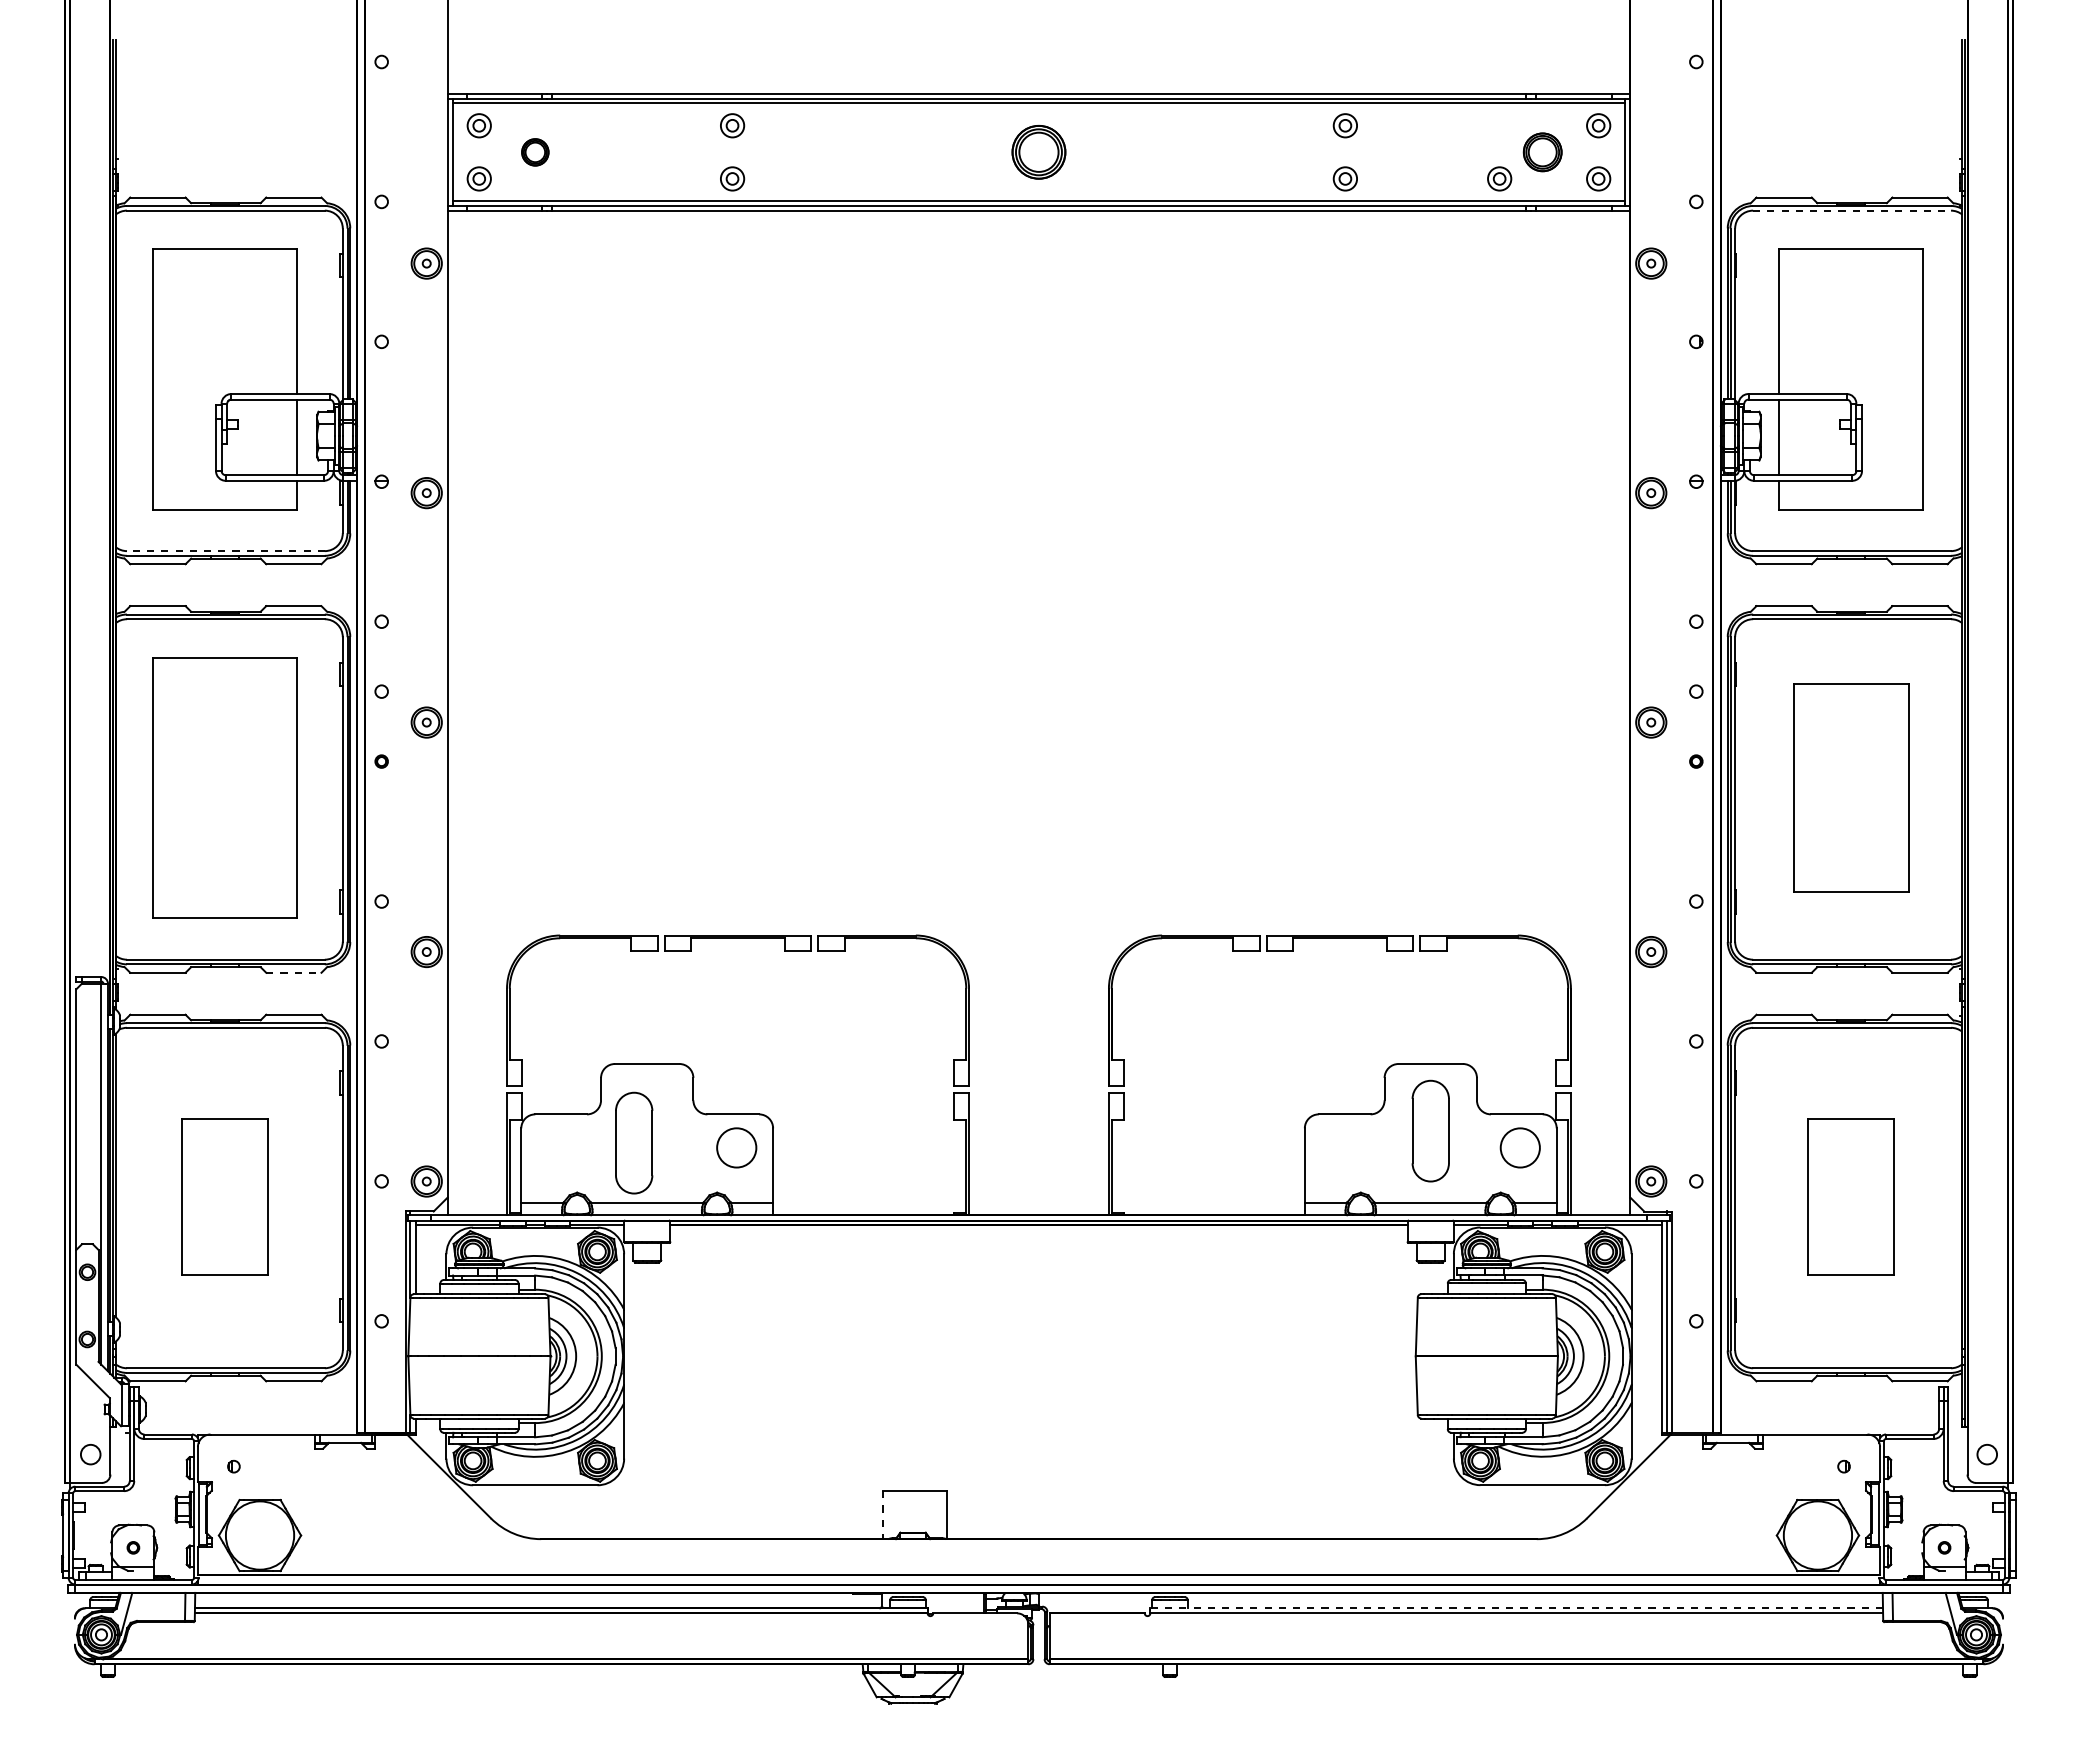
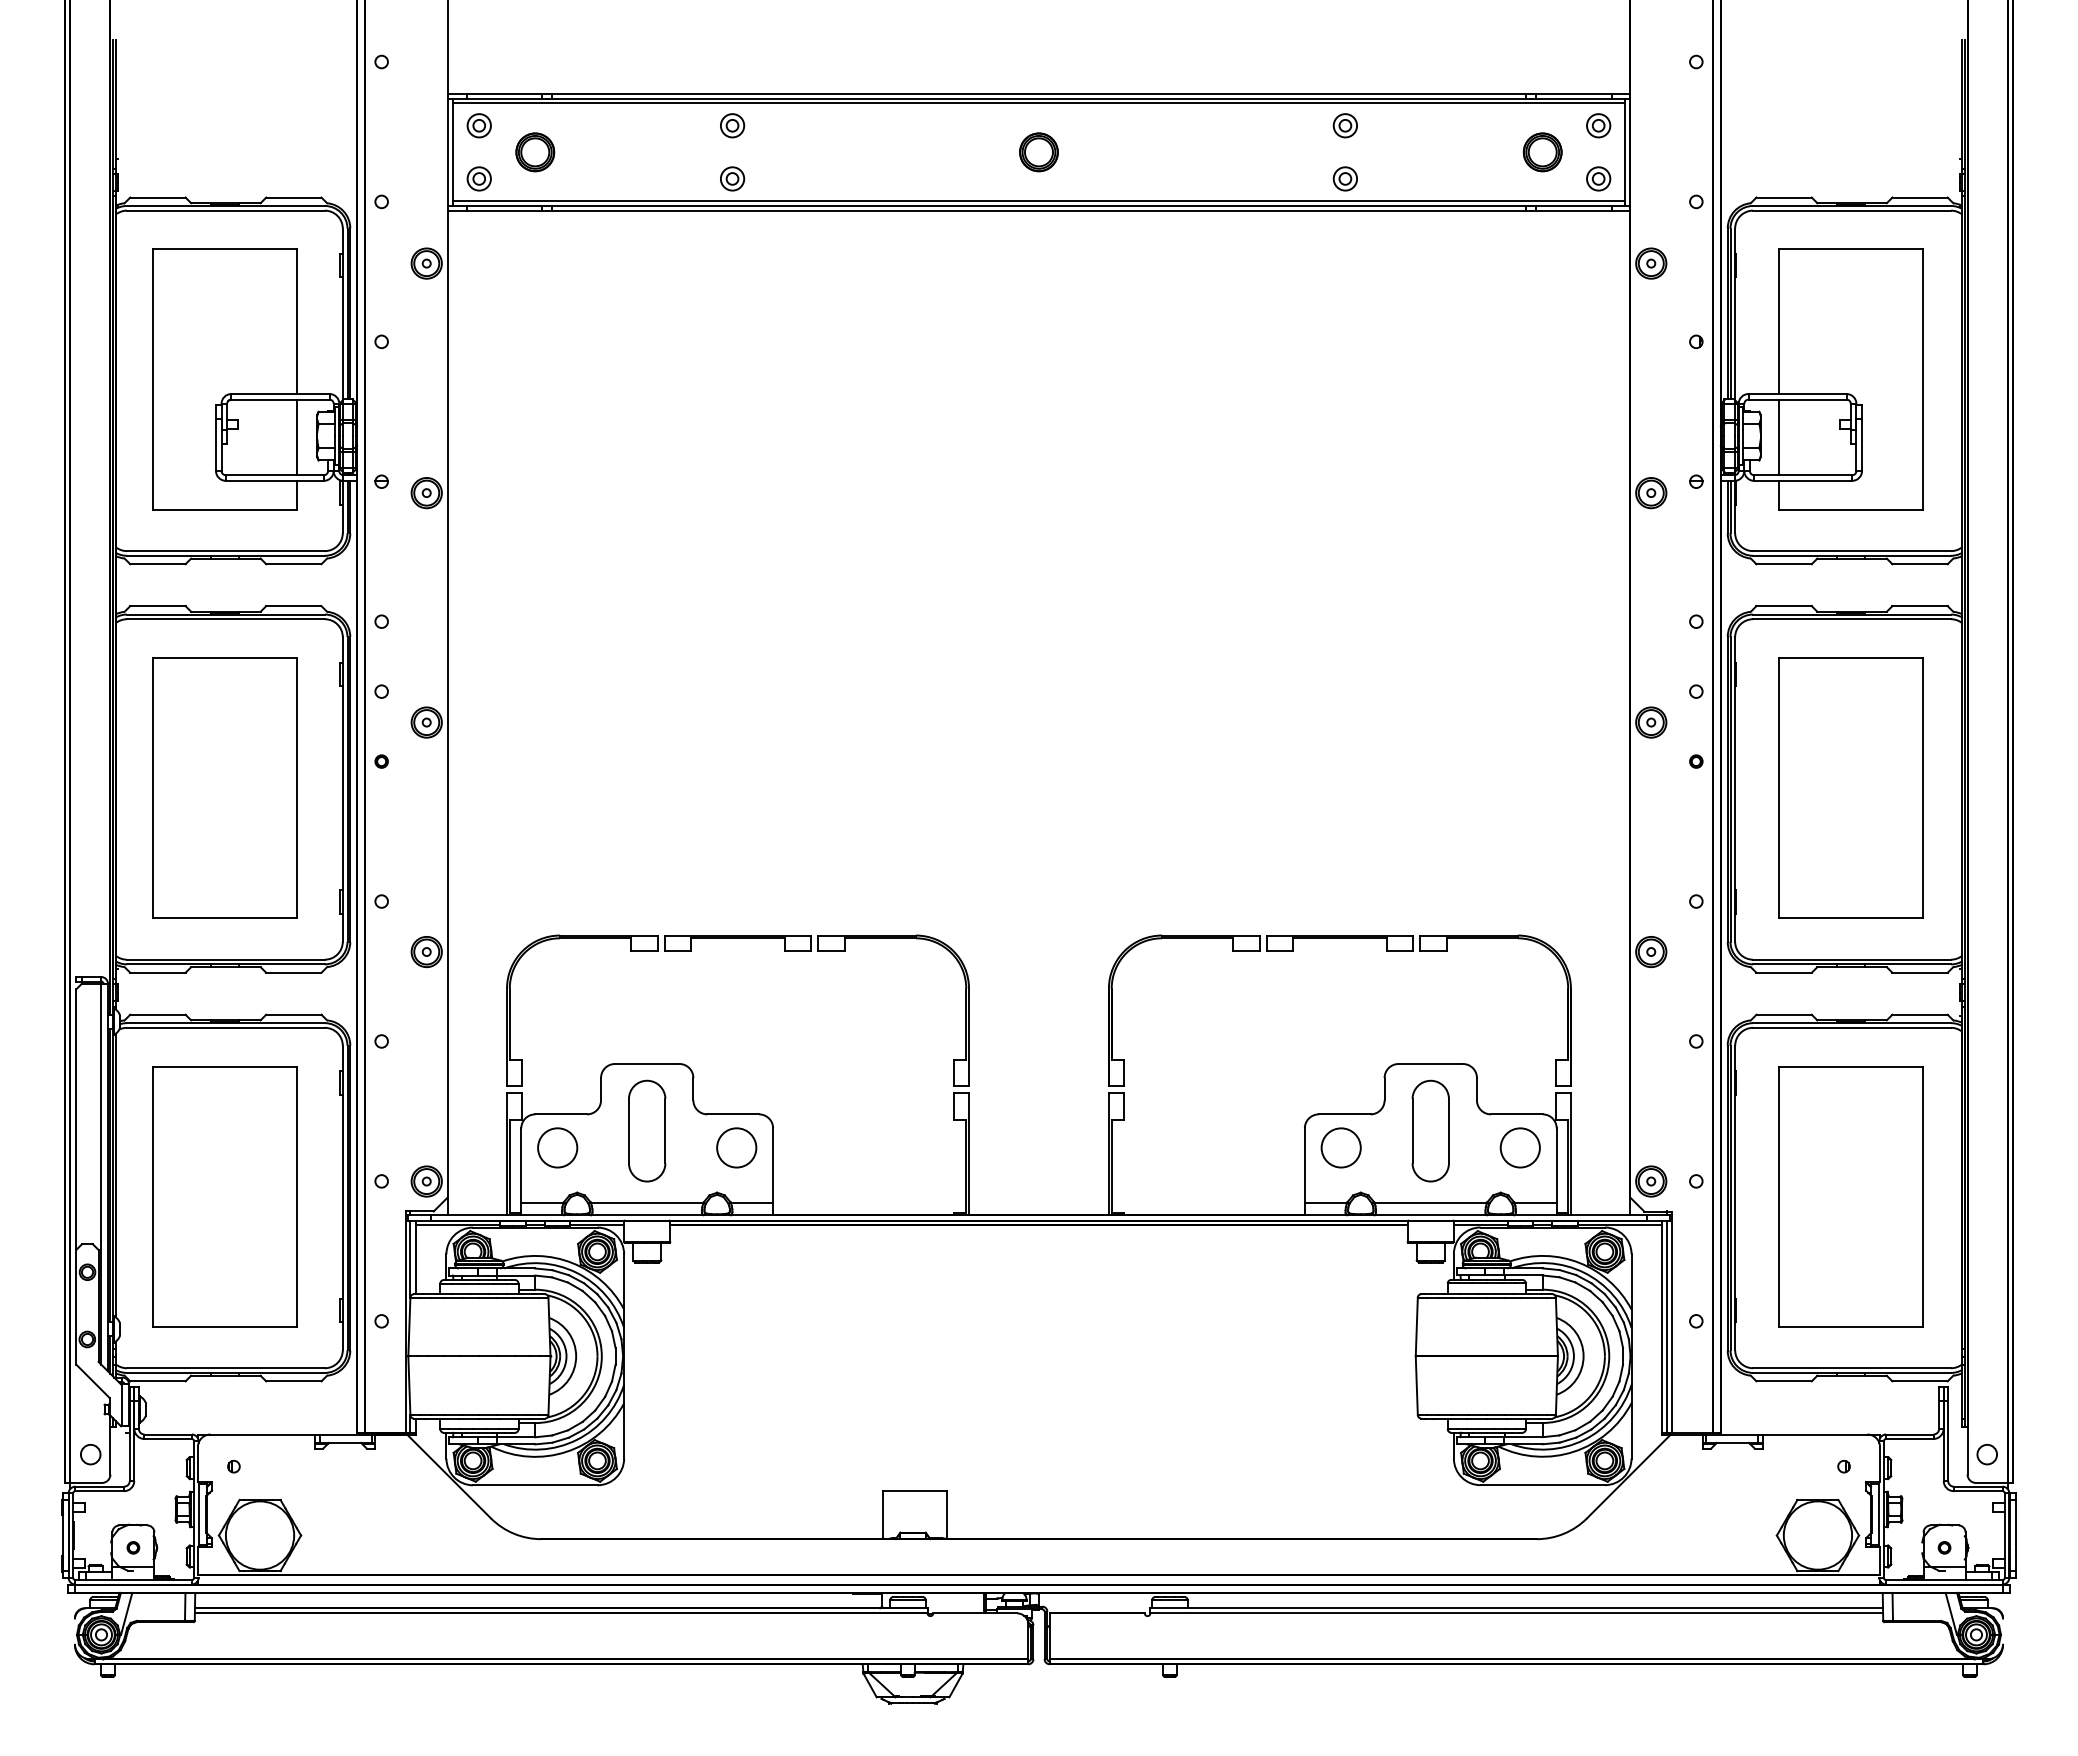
part at (535, 152) size: 29x29 px -> 41x41 px
part at (1038, 152) size: 56x55 px -> 40x41 px
part at (1499, 178): present -> none
line at (1852, 210): dashed -> solid
line at (225, 551): dashed -> solid
part at (1851, 787) size: 117x210 px -> 146x262 px
line at (293, 972): dashed -> solid
part at (634, 1142) position: (634, 1142) -> (647, 1130)
circle at (557, 1147): none -> present
circle at (1340, 1147): none -> present
part at (224, 1196) size: 88x158 px -> 146x262 px
part at (1850, 1196) size: 88x158 px -> 146x262 px
line at (883, 1515): dashed -> solid
line at (1516, 1608): dashed -> solid
